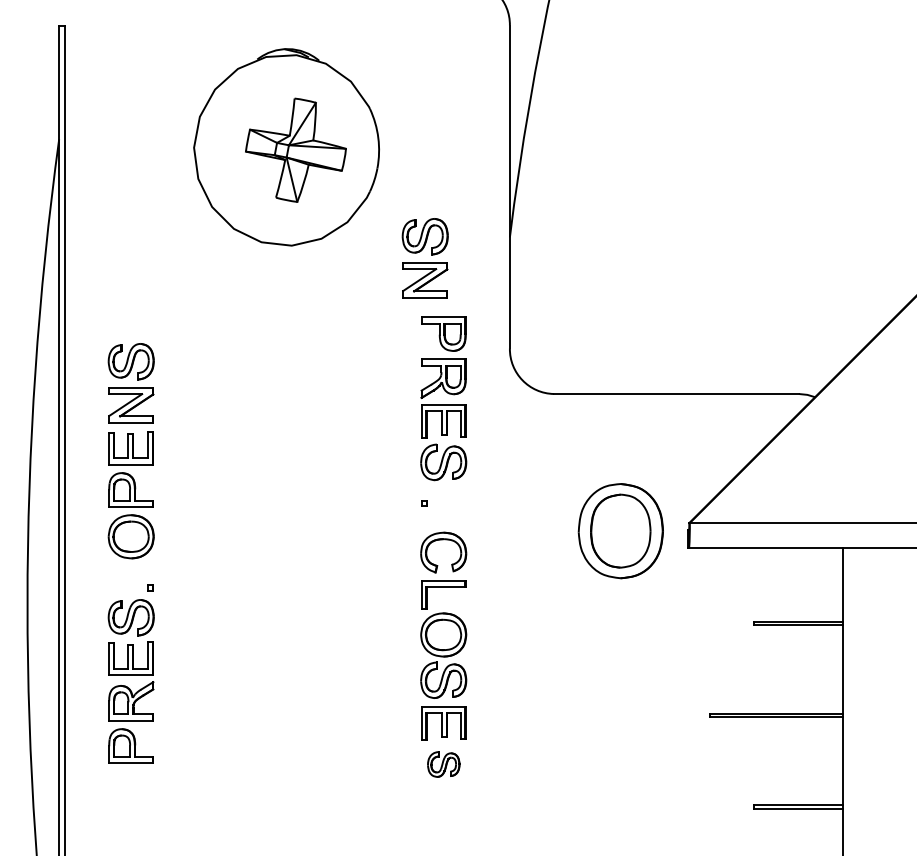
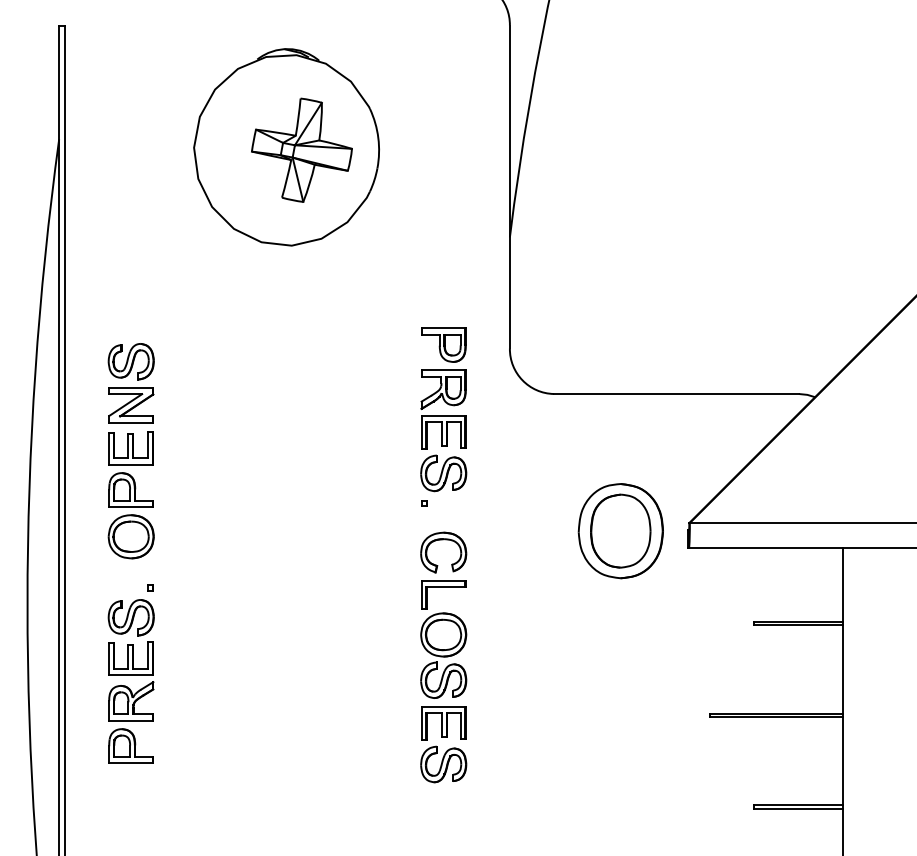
part at (295, 149) position: (295, 149) -> (301, 149)
part at (424, 258): present -> none
part at (443, 398) position: (443, 398) -> (443, 409)
part at (443, 764) size: 34x27 px -> 48x39 px
